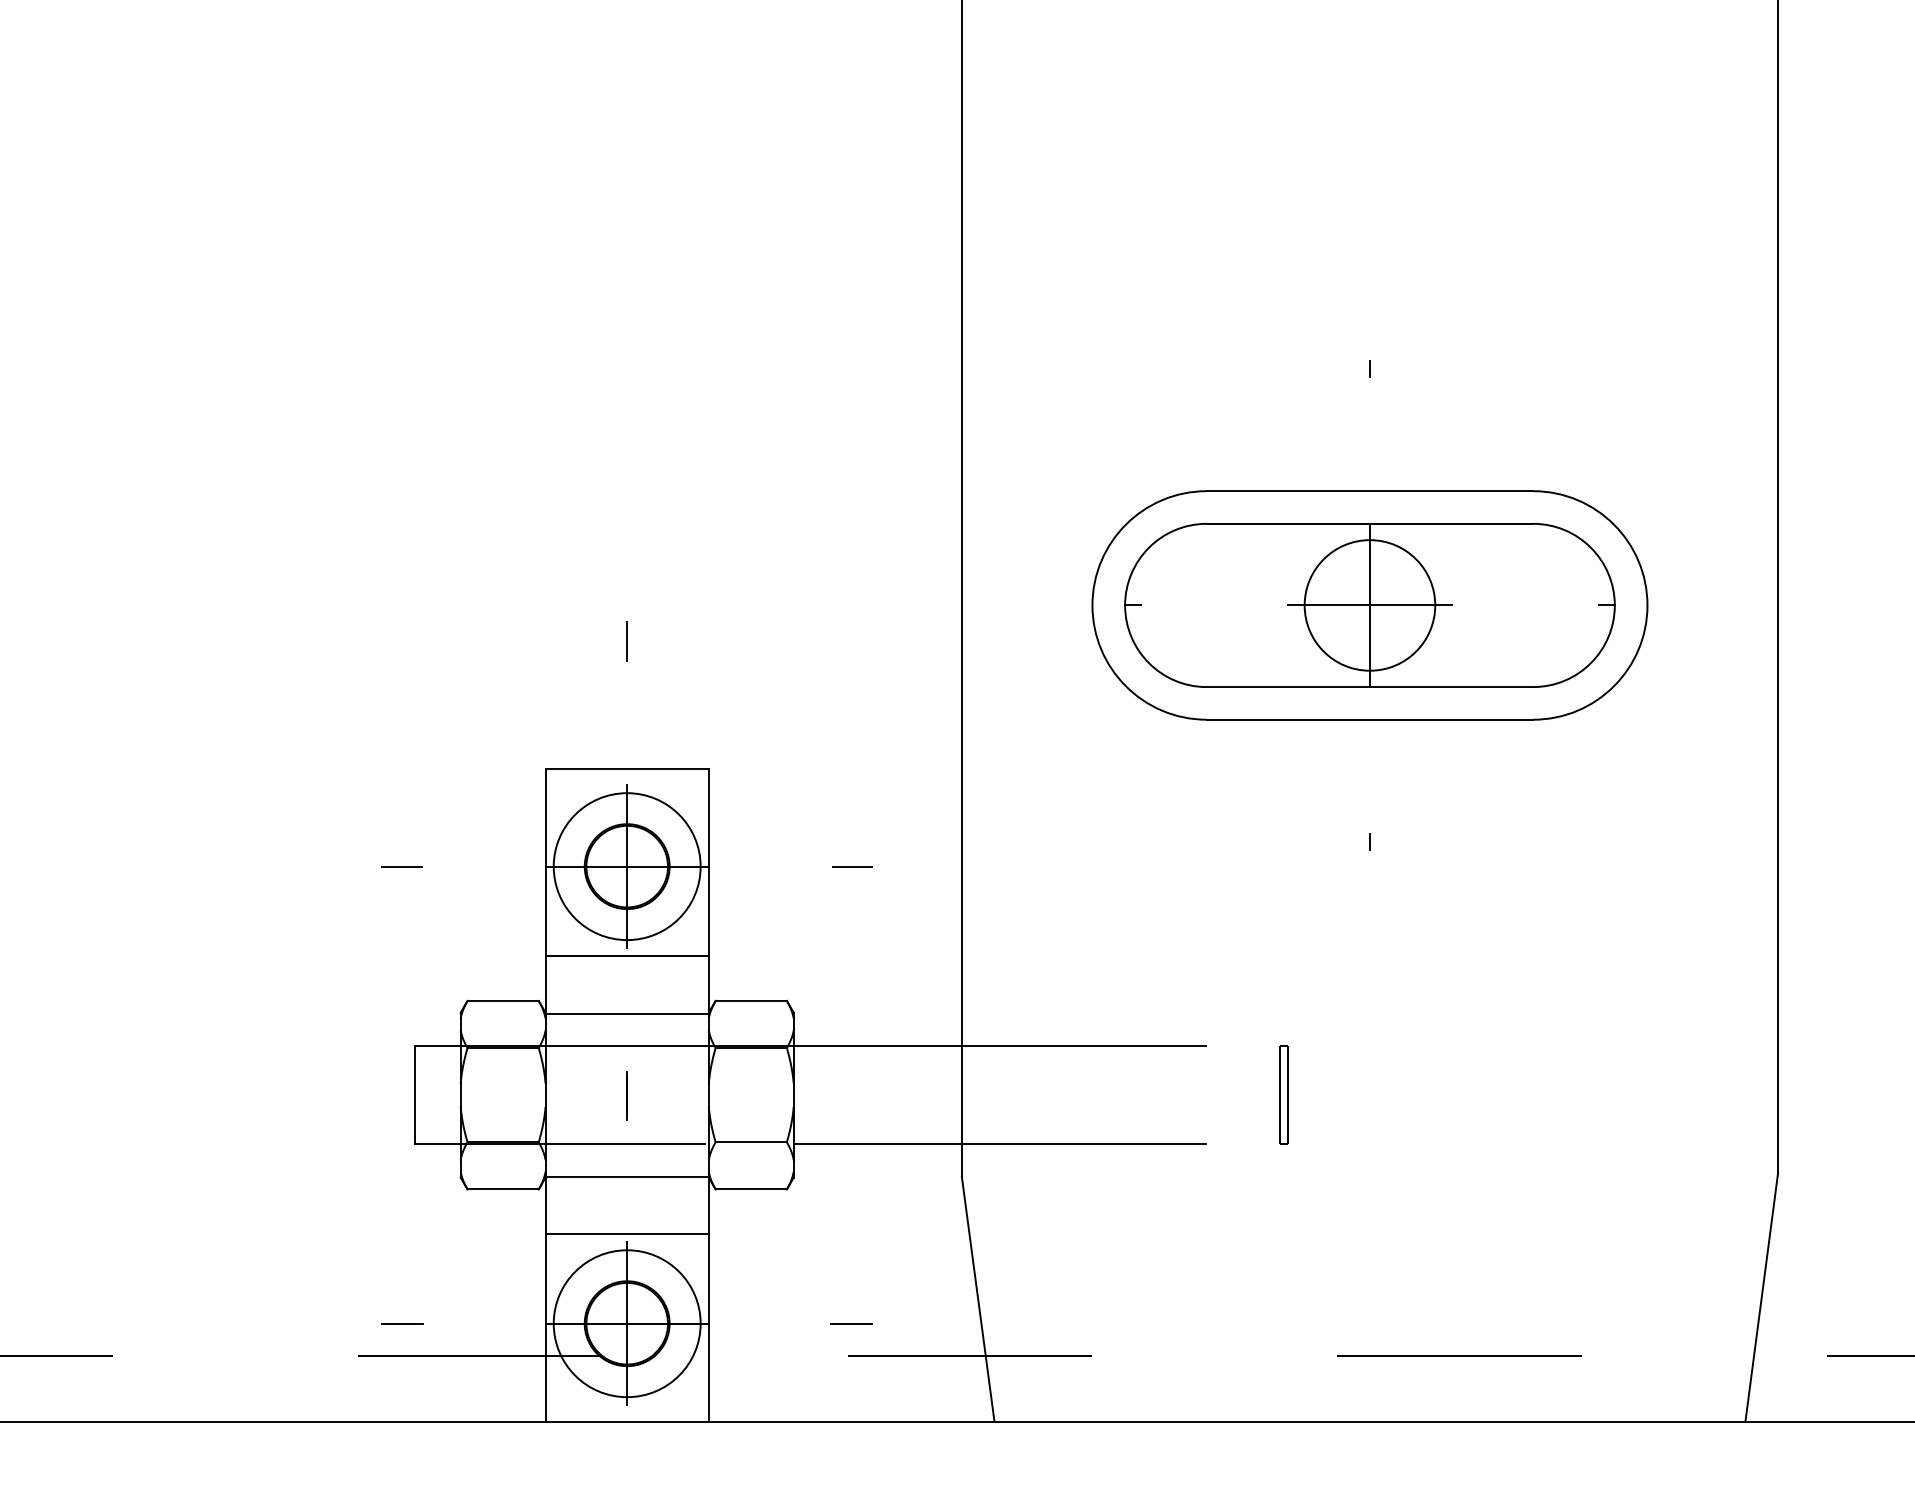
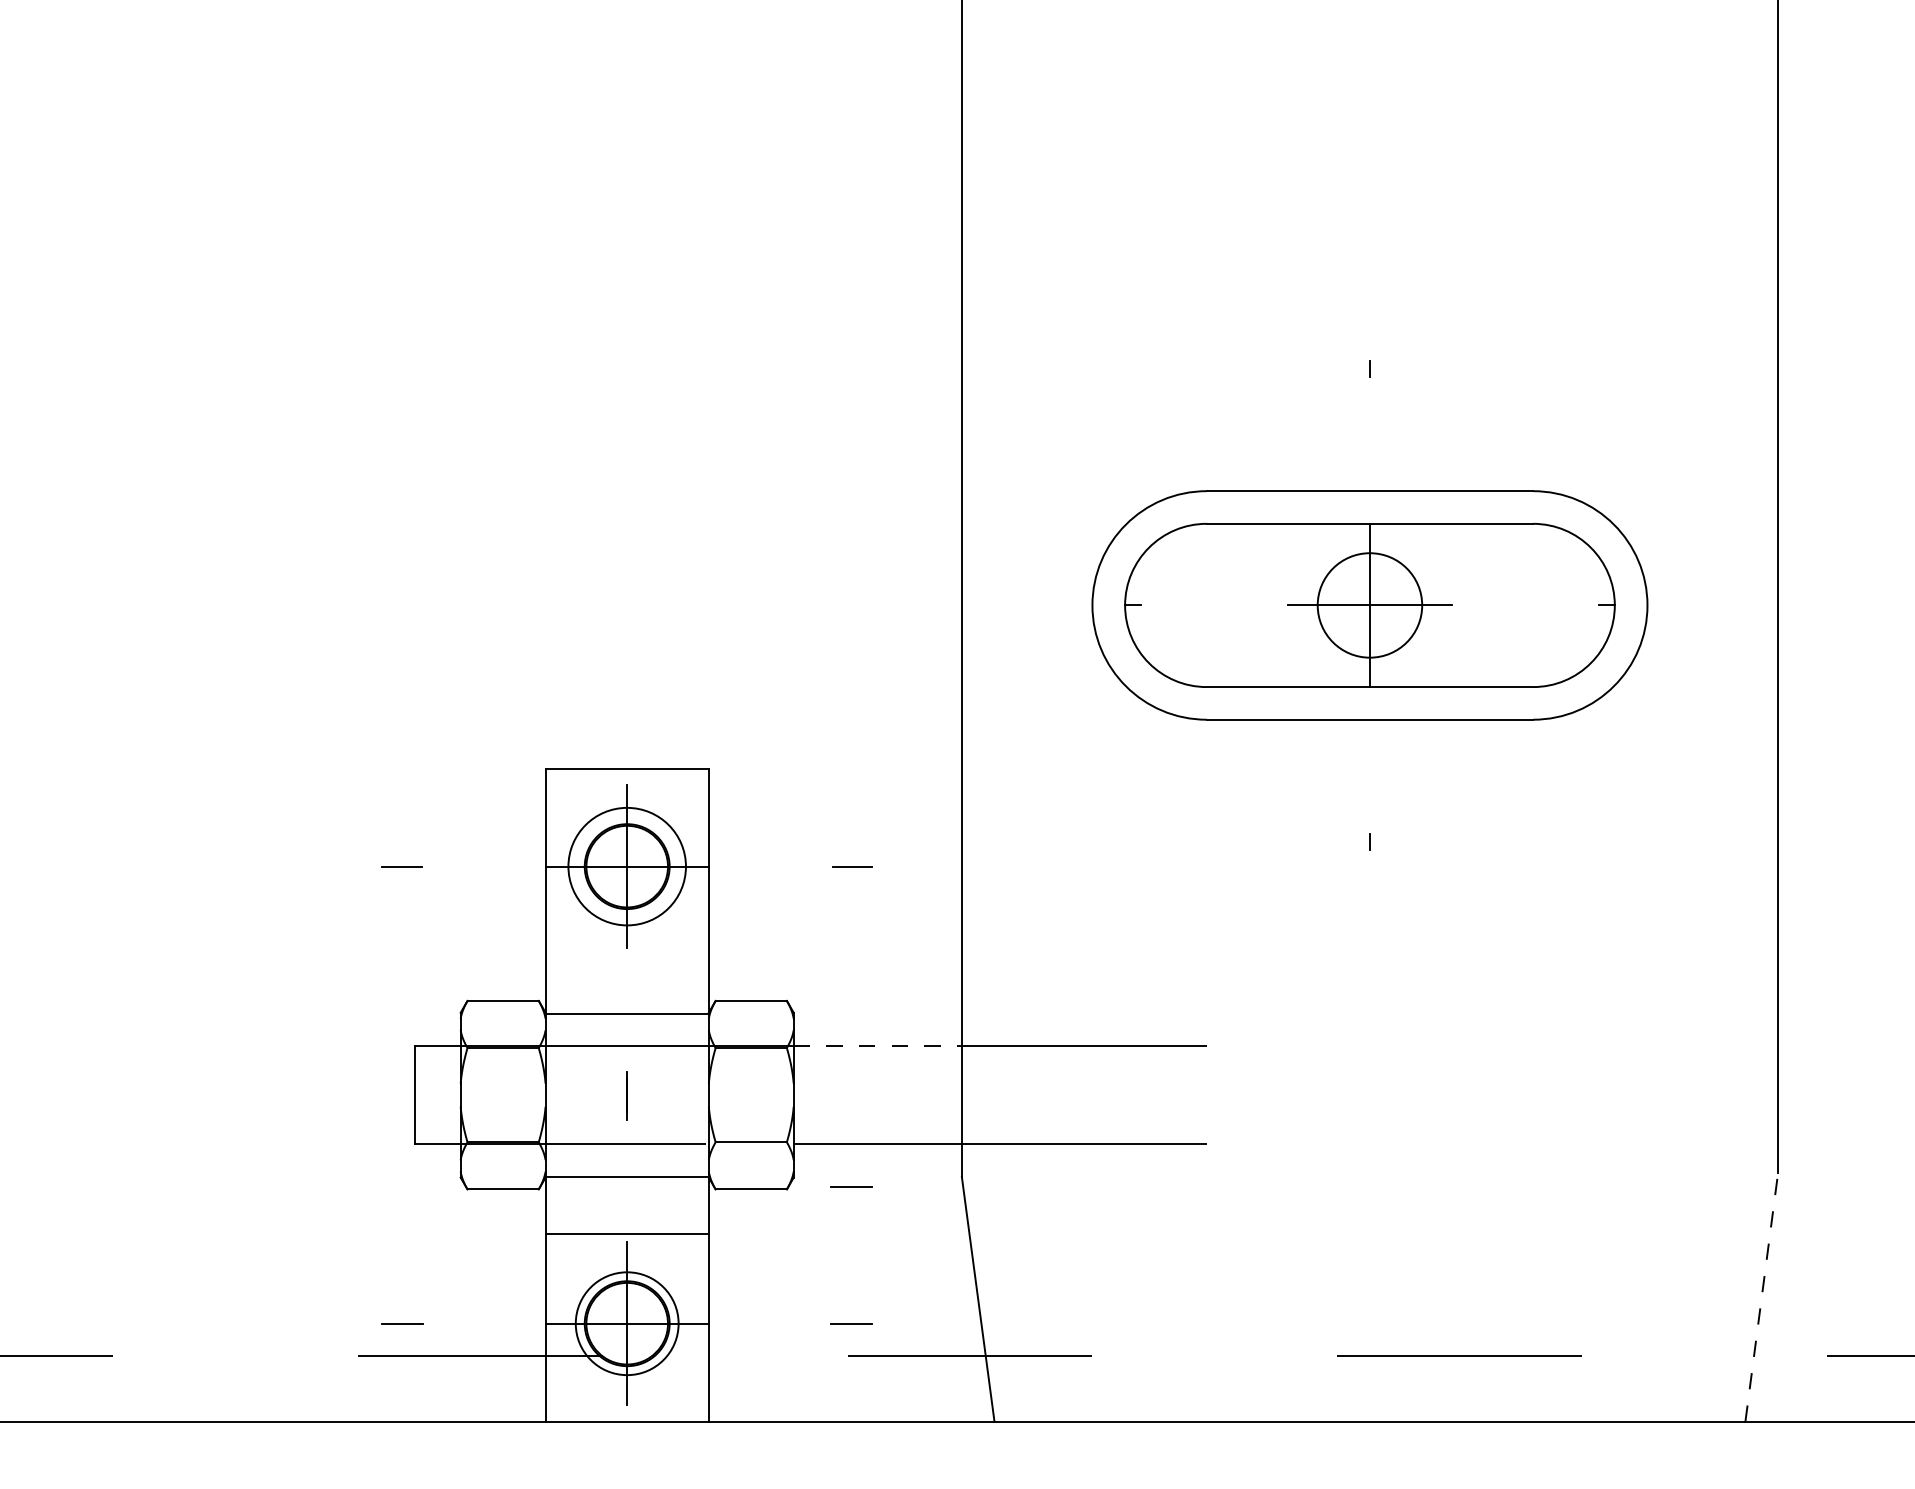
circle at (1369, 605) diameter: 131 px -> 104 px
line at (627, 640): present -> none
circle at (626, 866) diameter: 147 px -> 118 px
line at (626, 956): present -> none
line at (878, 1046): solid -> dashed
part at (1283, 1094): present -> none
line at (851, 1186): none -> present
line at (1761, 1296): solid -> dashed
circle at (626, 1323) diameter: 147 px -> 103 px
